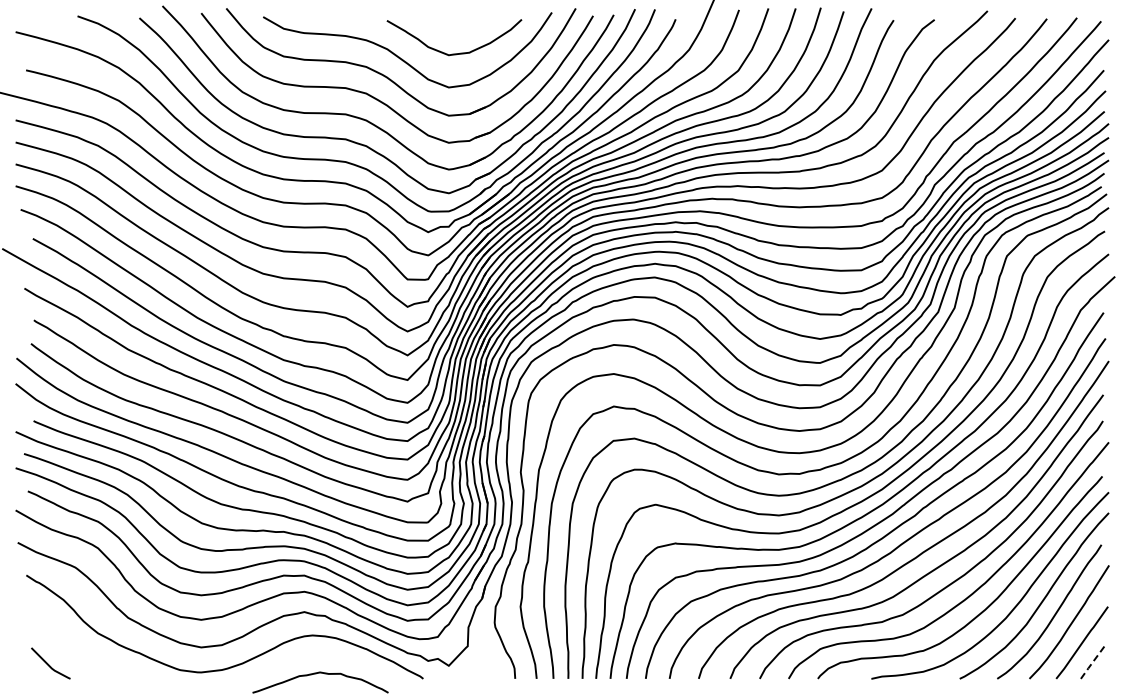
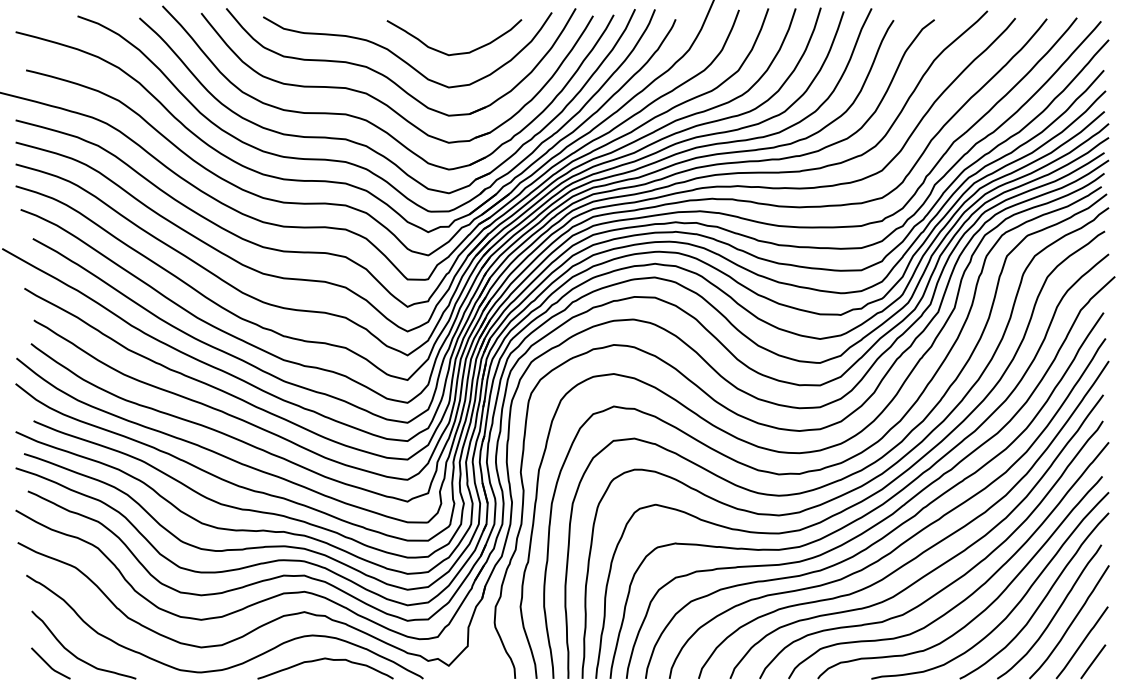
curve at (77, 656): none -> present
line at (1093, 662): dashed -> solid
curve at (316, 674) position: (316, 674) -> (321, 660)
